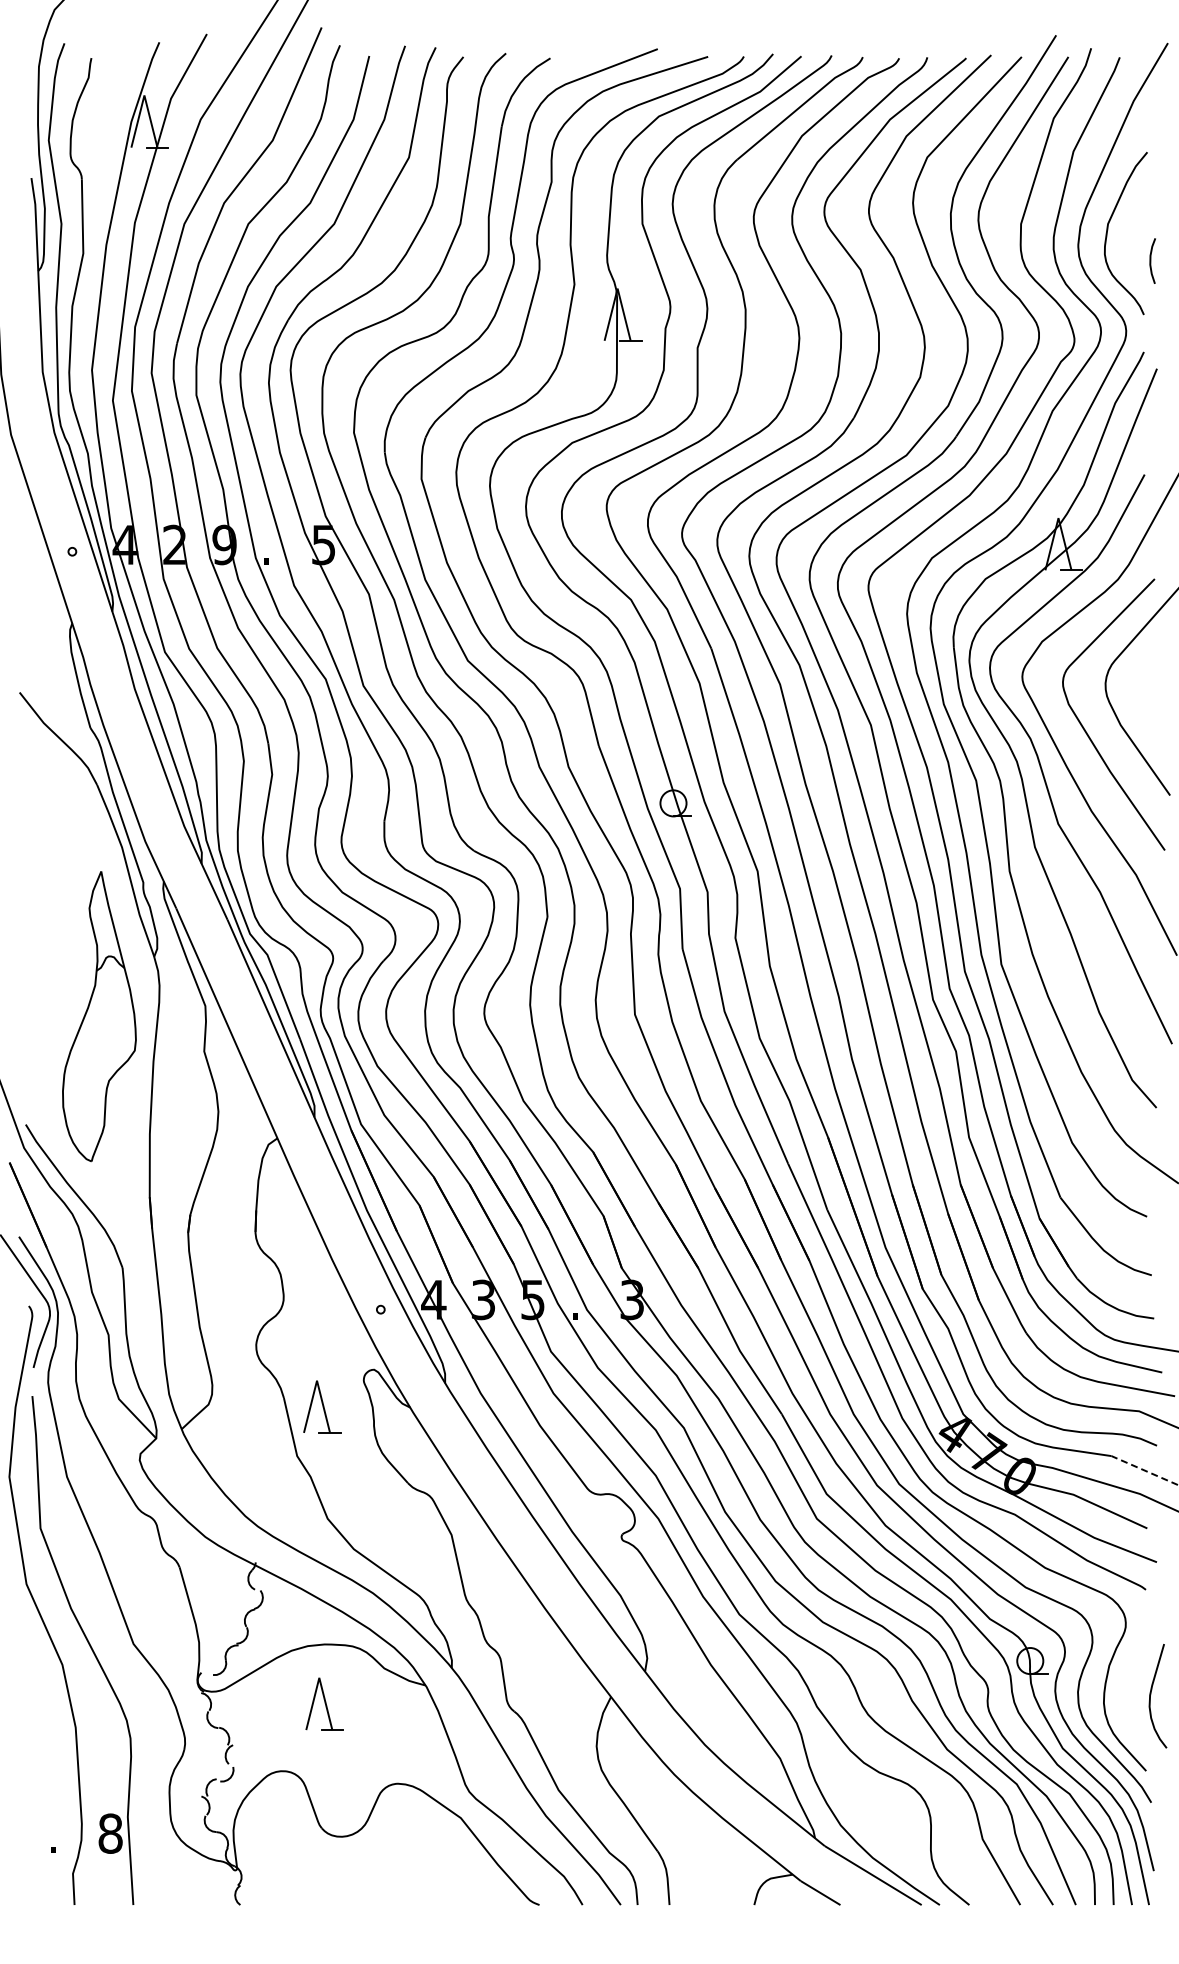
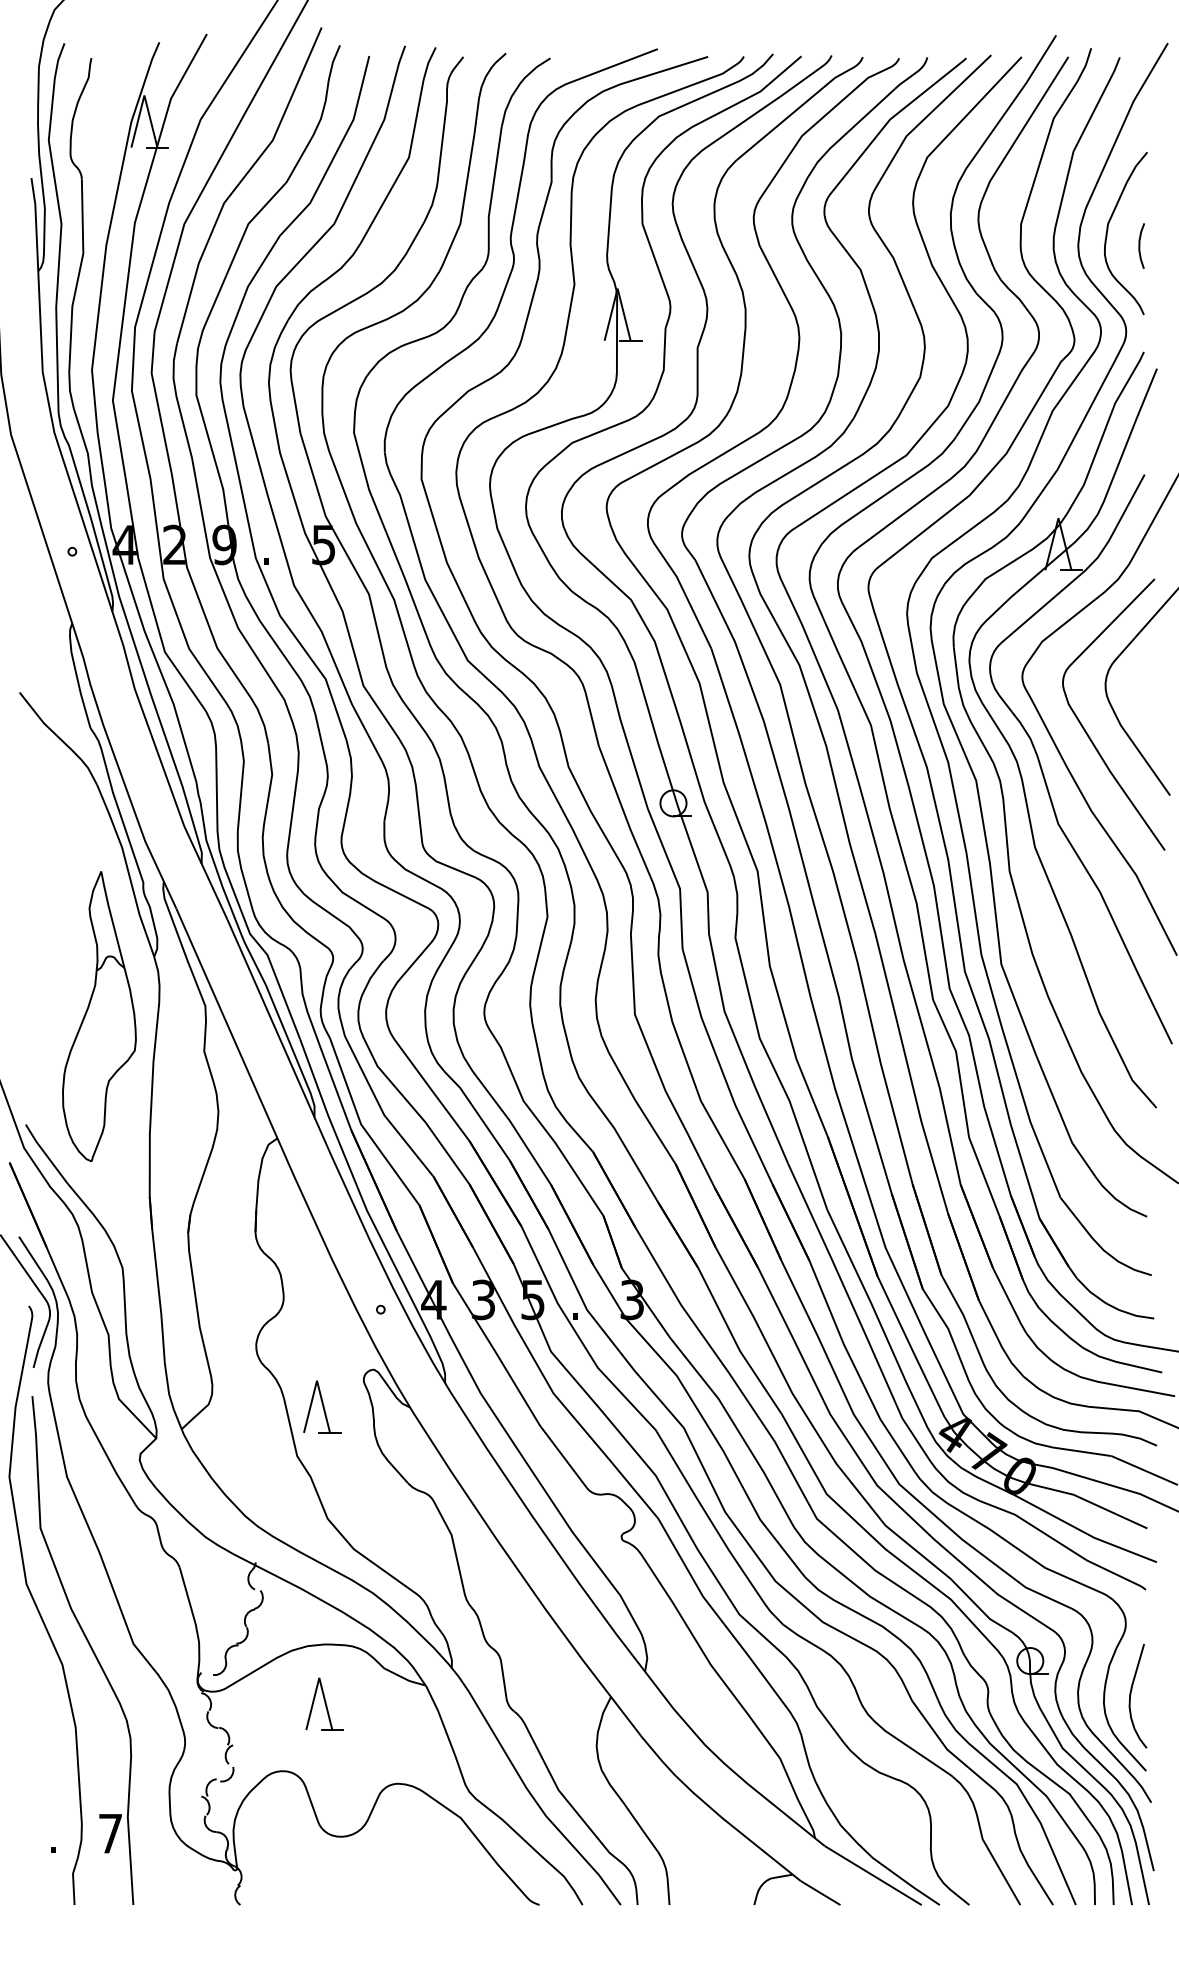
curve at (1151, 260) position: (1151, 260) -> (1140, 245)
line at (1144, 1470): dashed -> solid
curve at (1151, 1694) position: (1151, 1694) -> (1131, 1694)
text at (110, 1833): 8 -> 7
